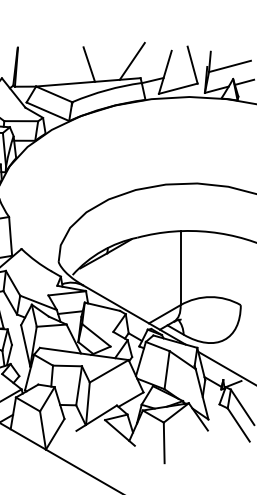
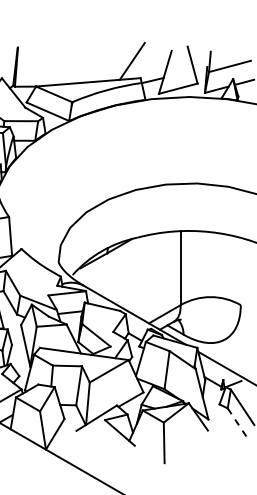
line at (88, 64): present -> none
line at (238, 424): solid -> dashed
